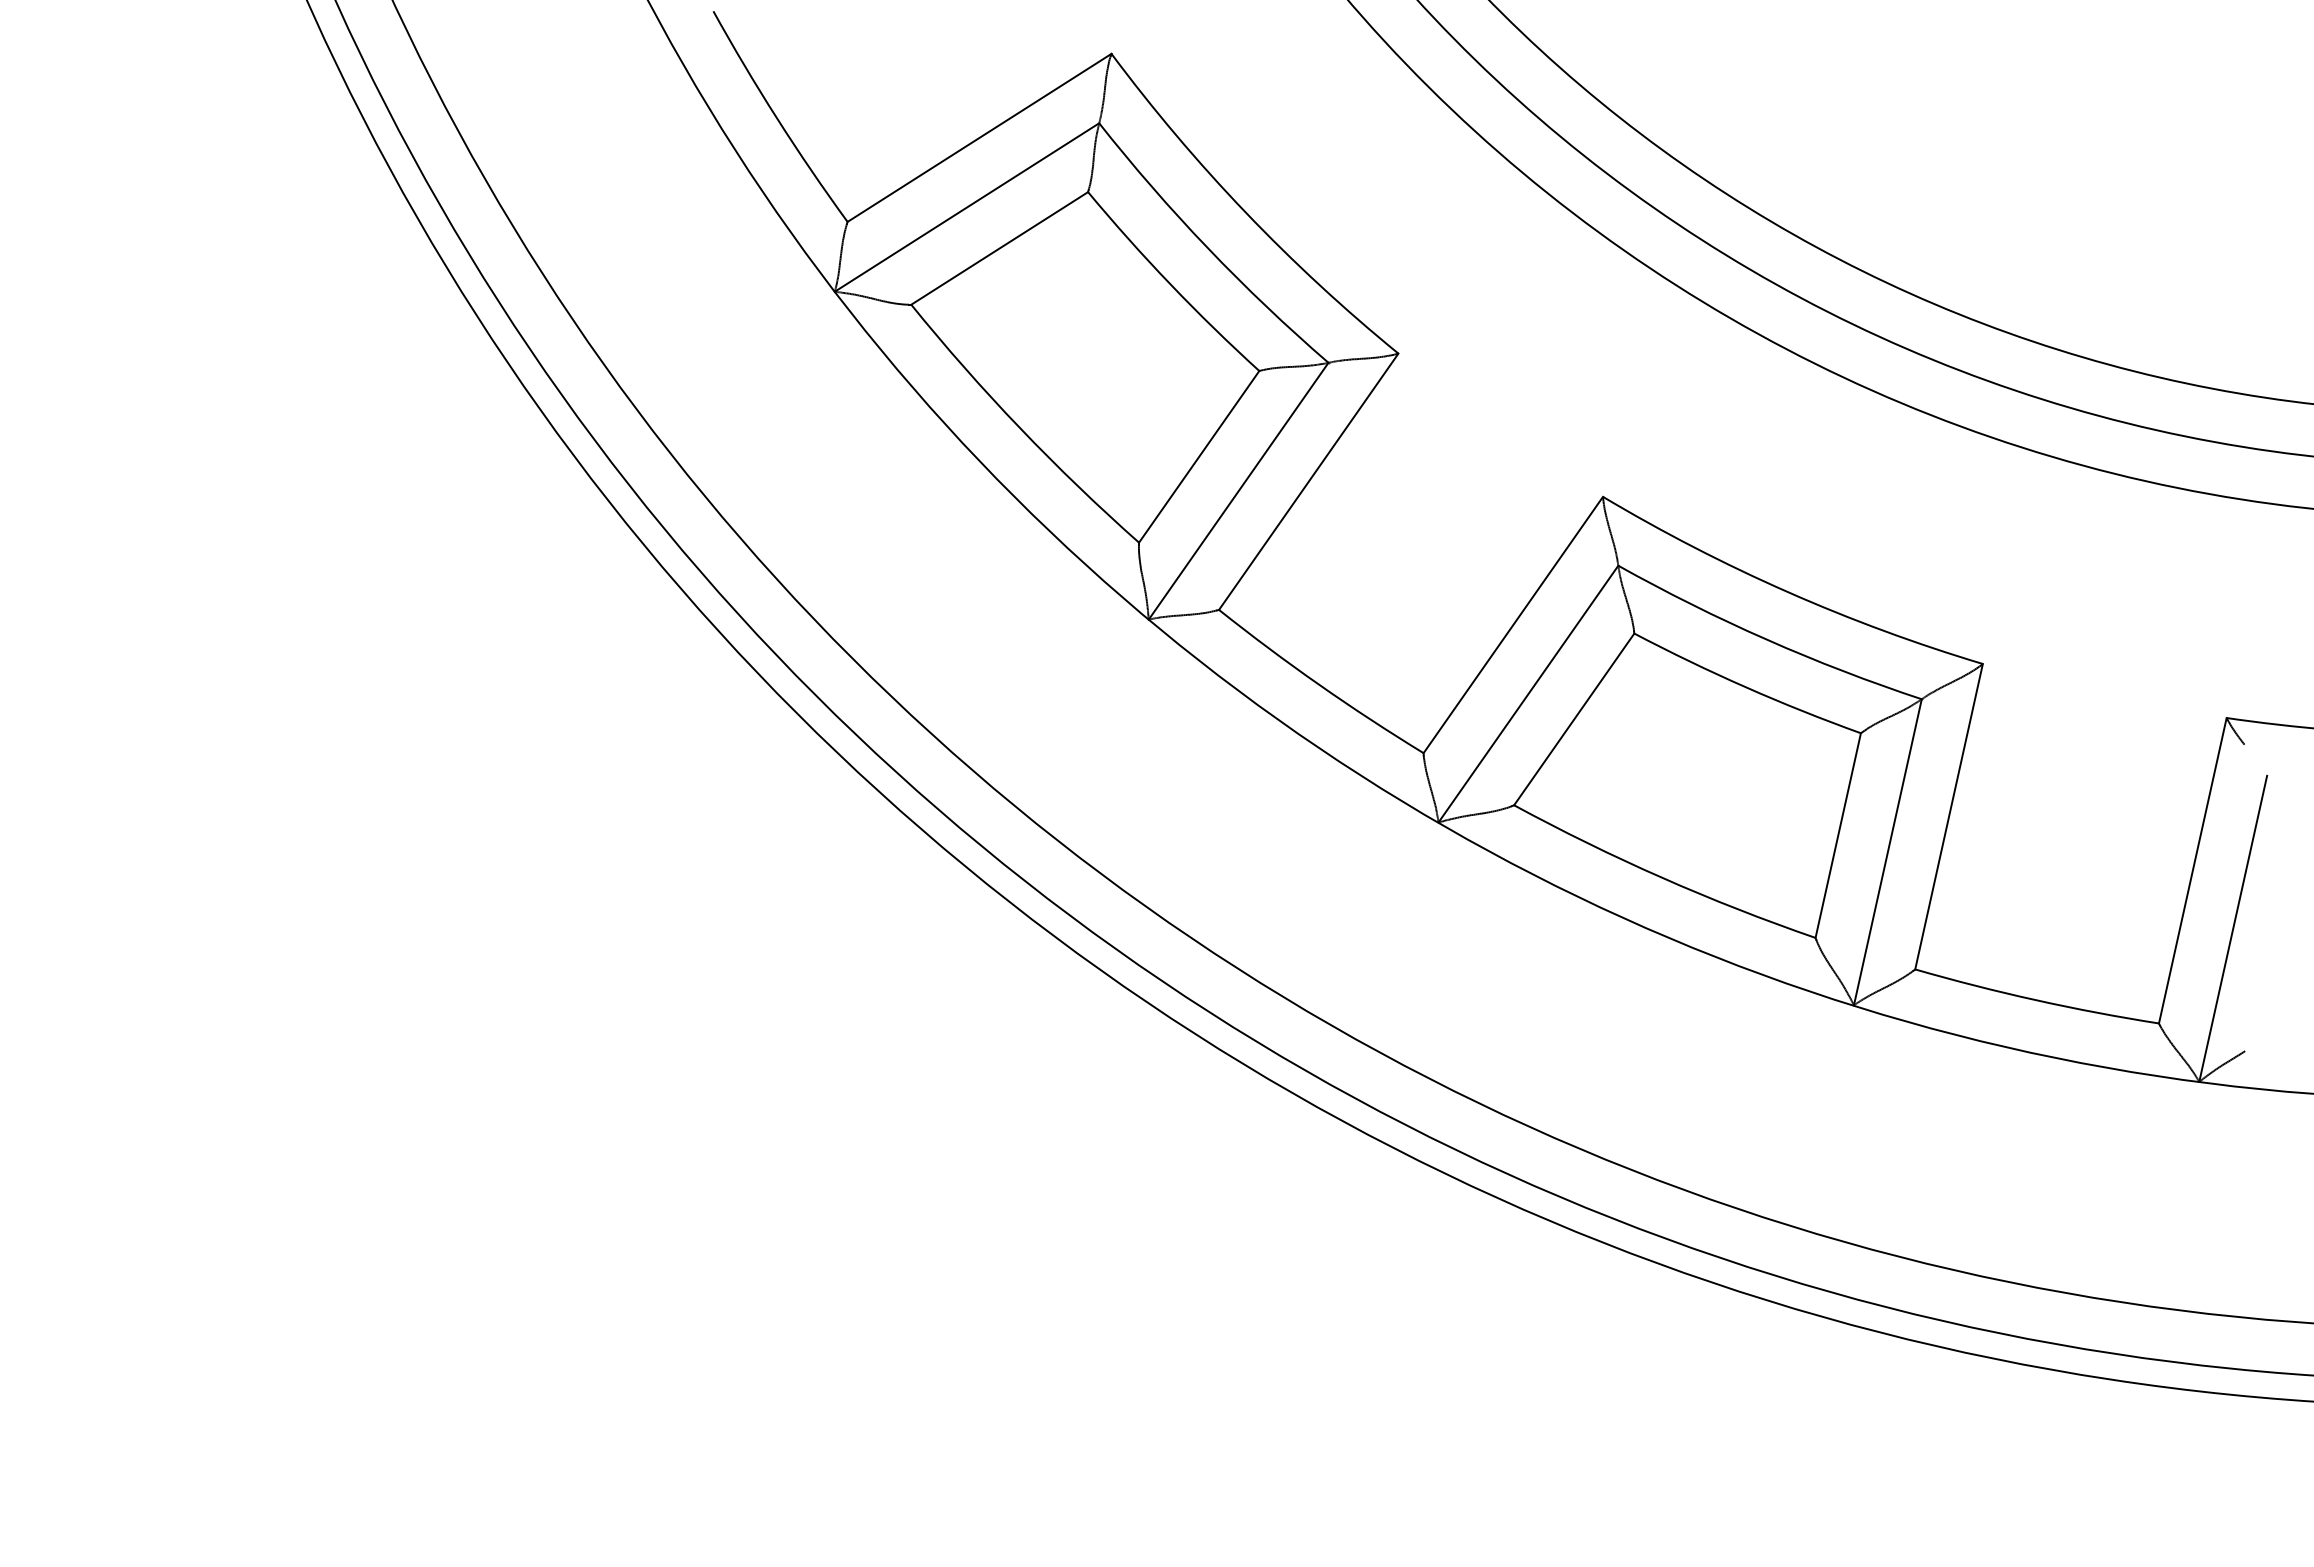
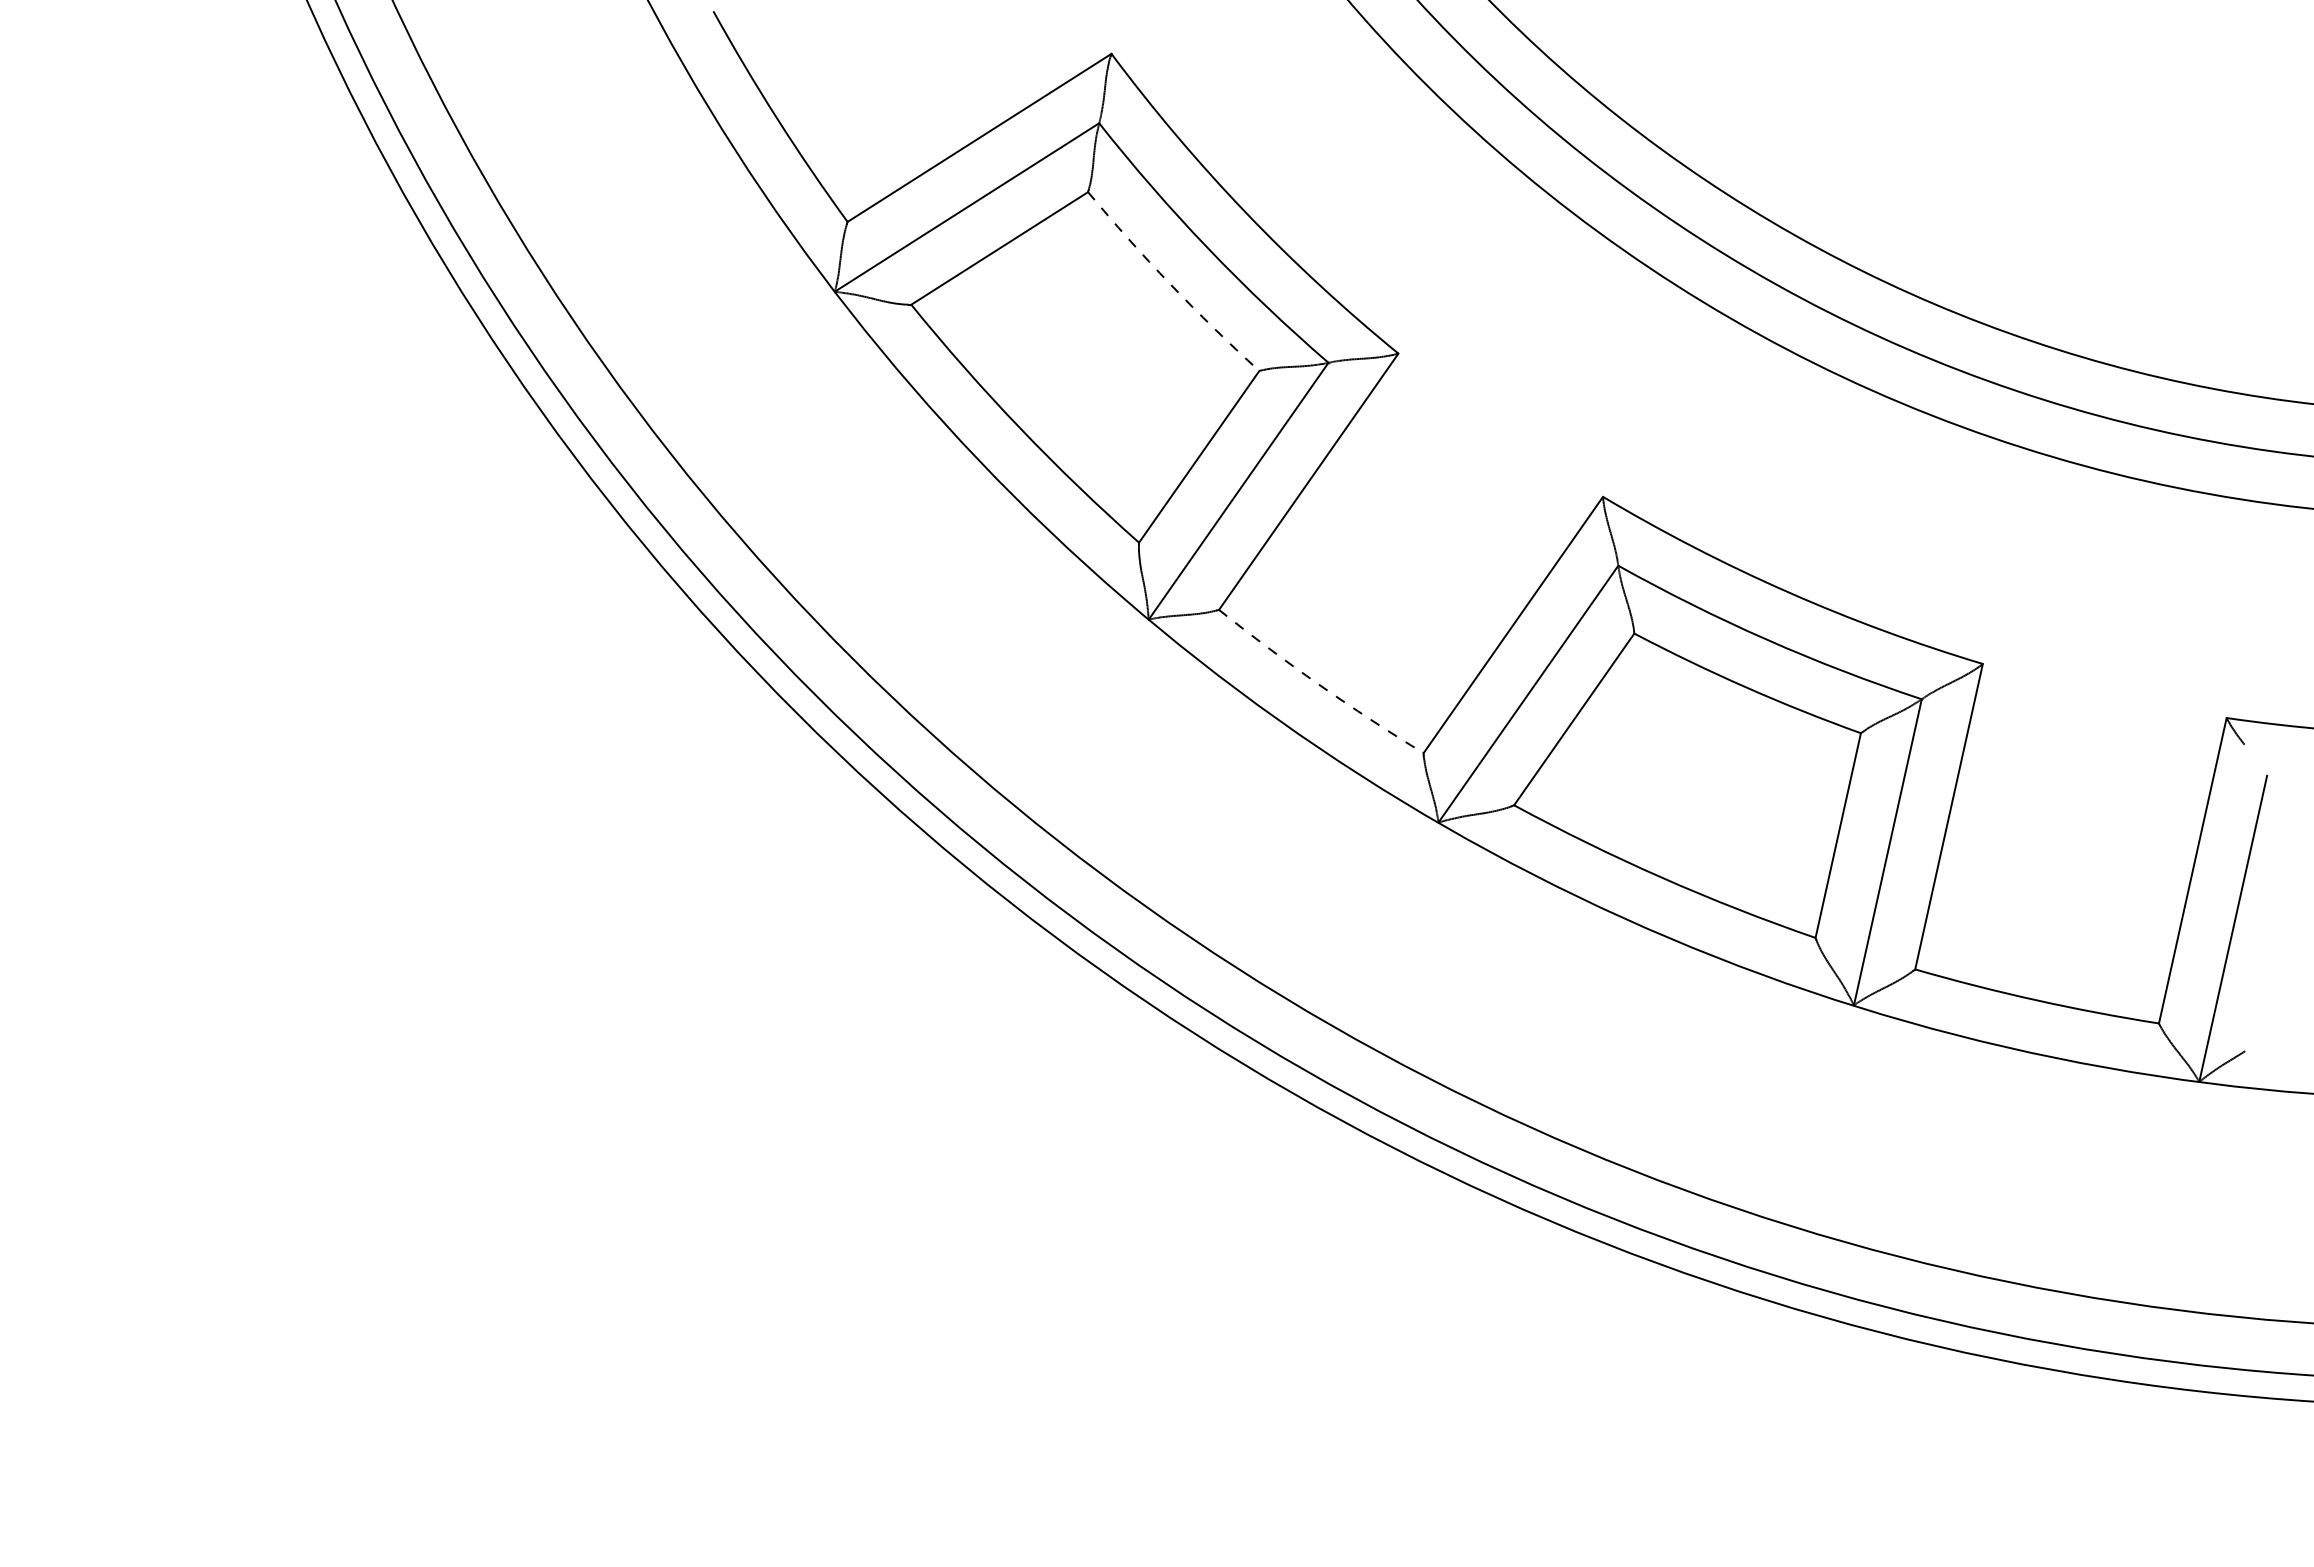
arc at (1170, 284): solid -> dashed
arc at (1319, 684): solid -> dashed
